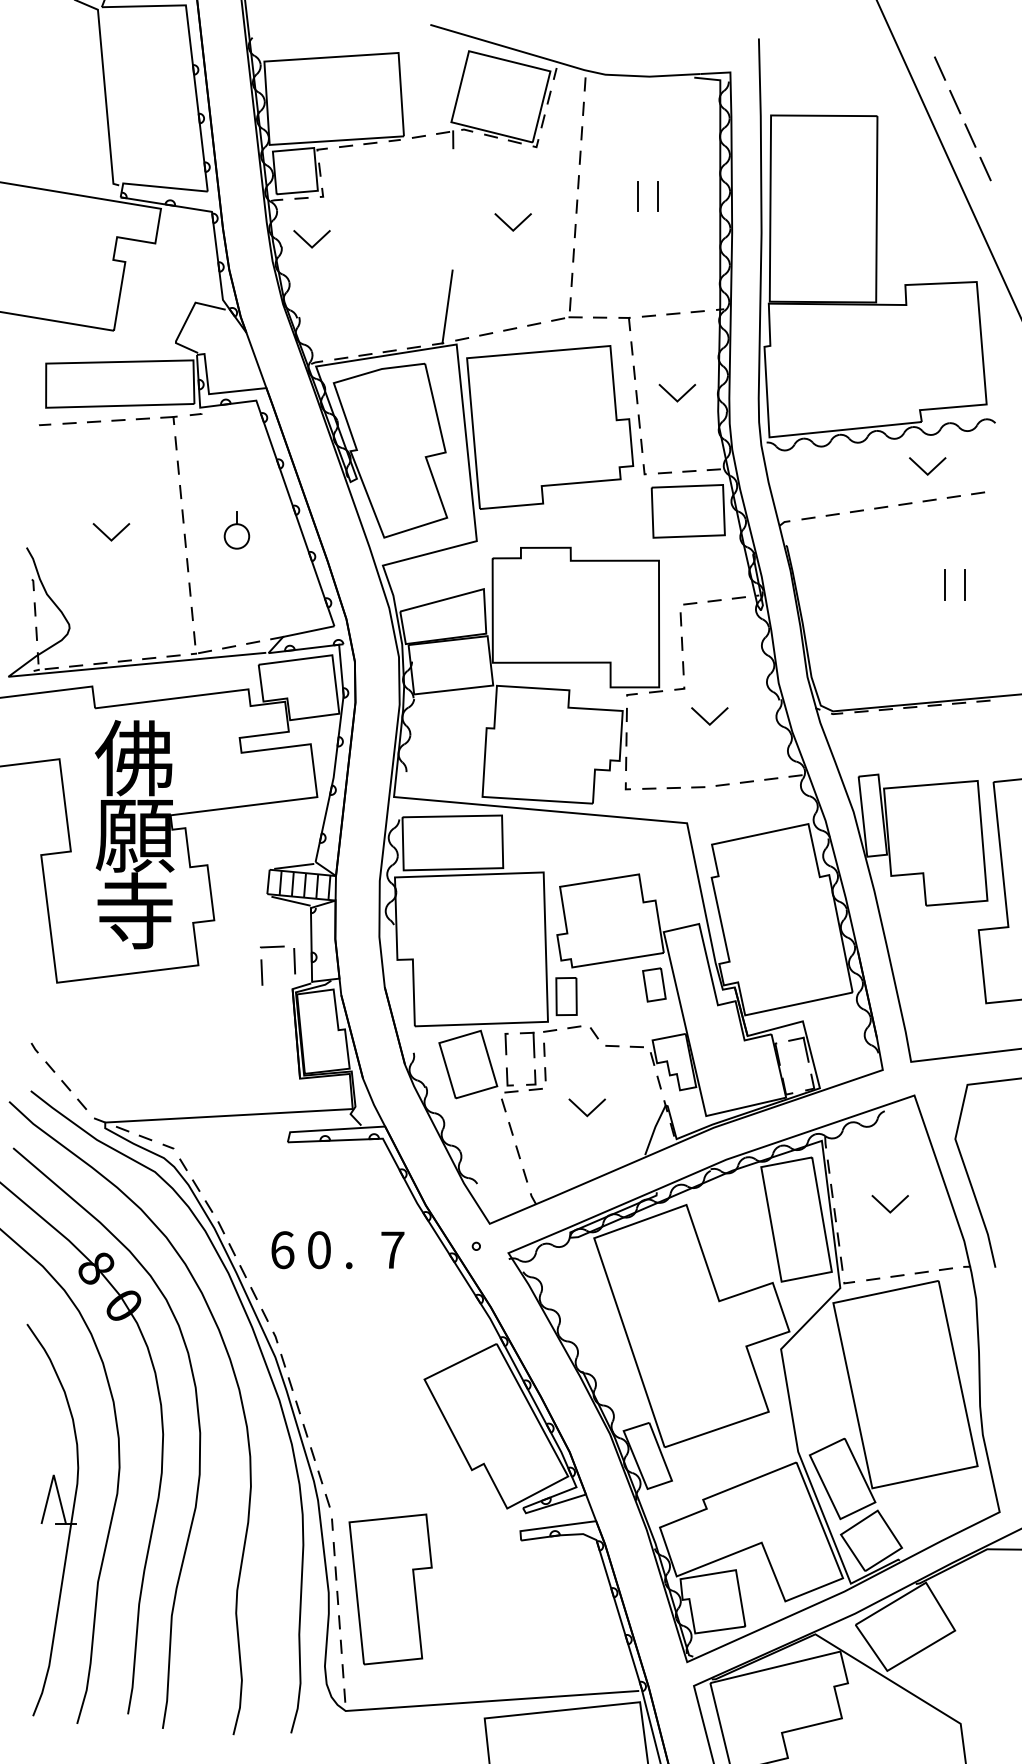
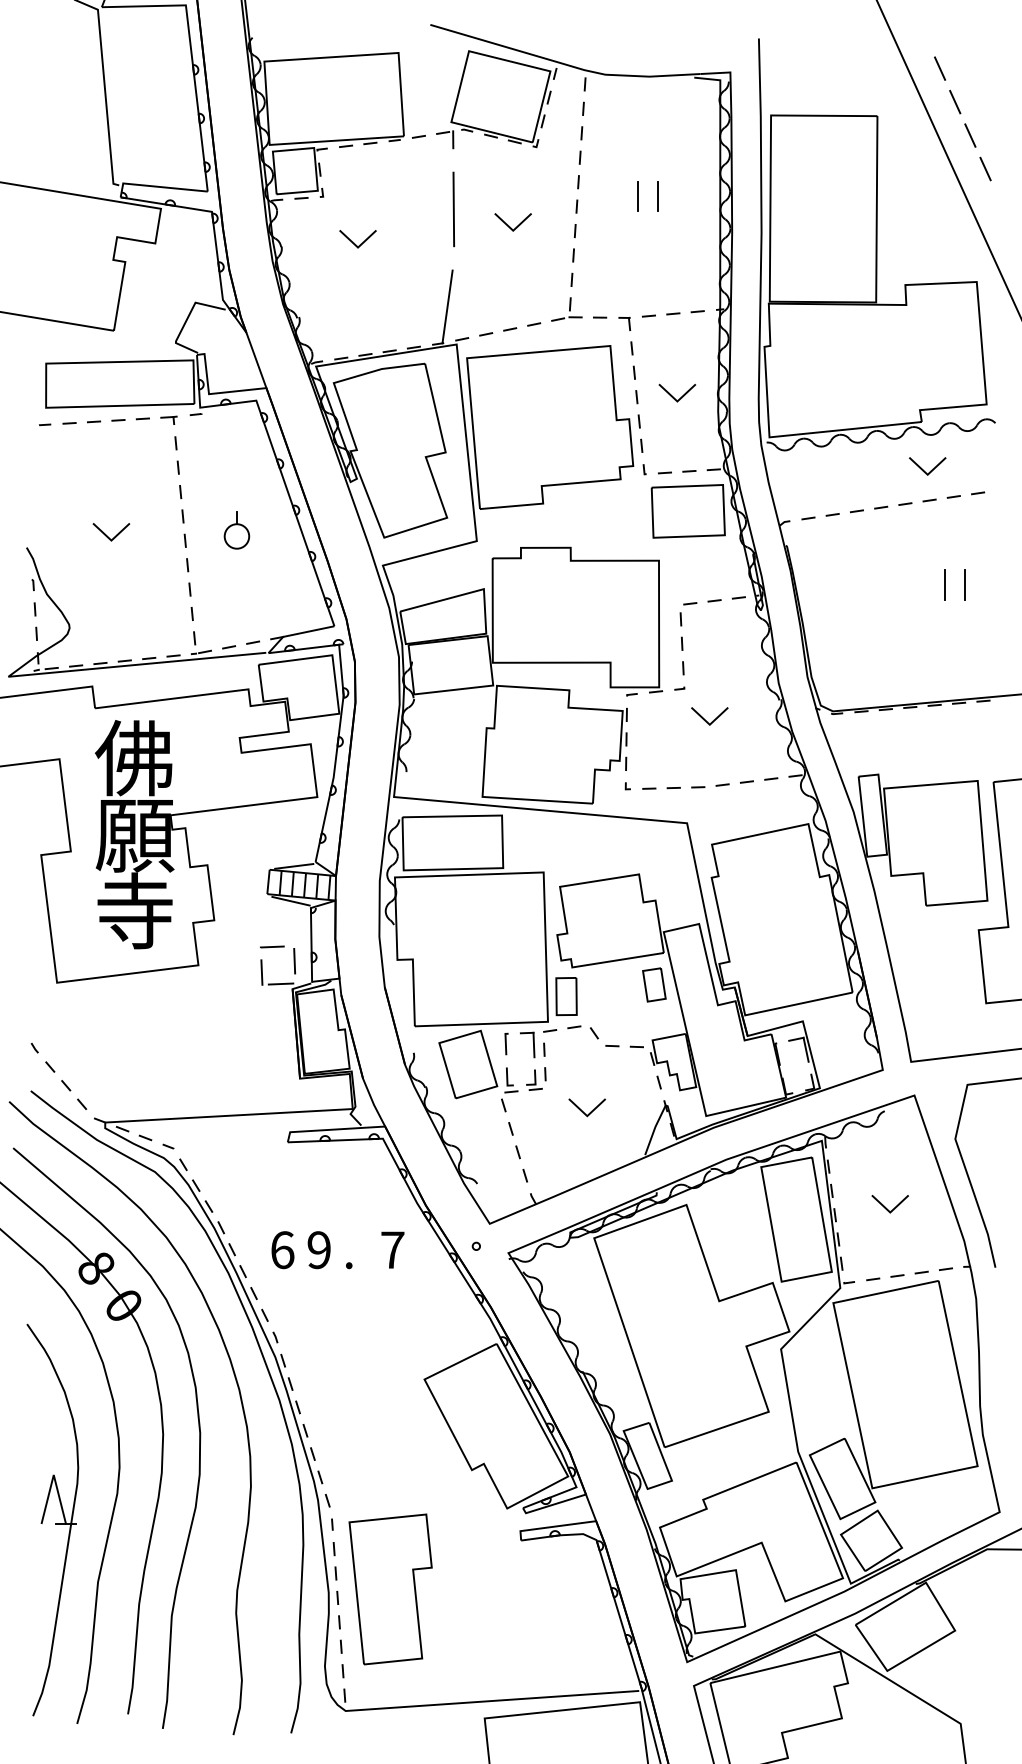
line at (453, 209): none -> present
line at (308, 242) position: (308, 242) -> (354, 242)
line at (280, 983): none -> present
text at (318, 1250): 0 -> 9
